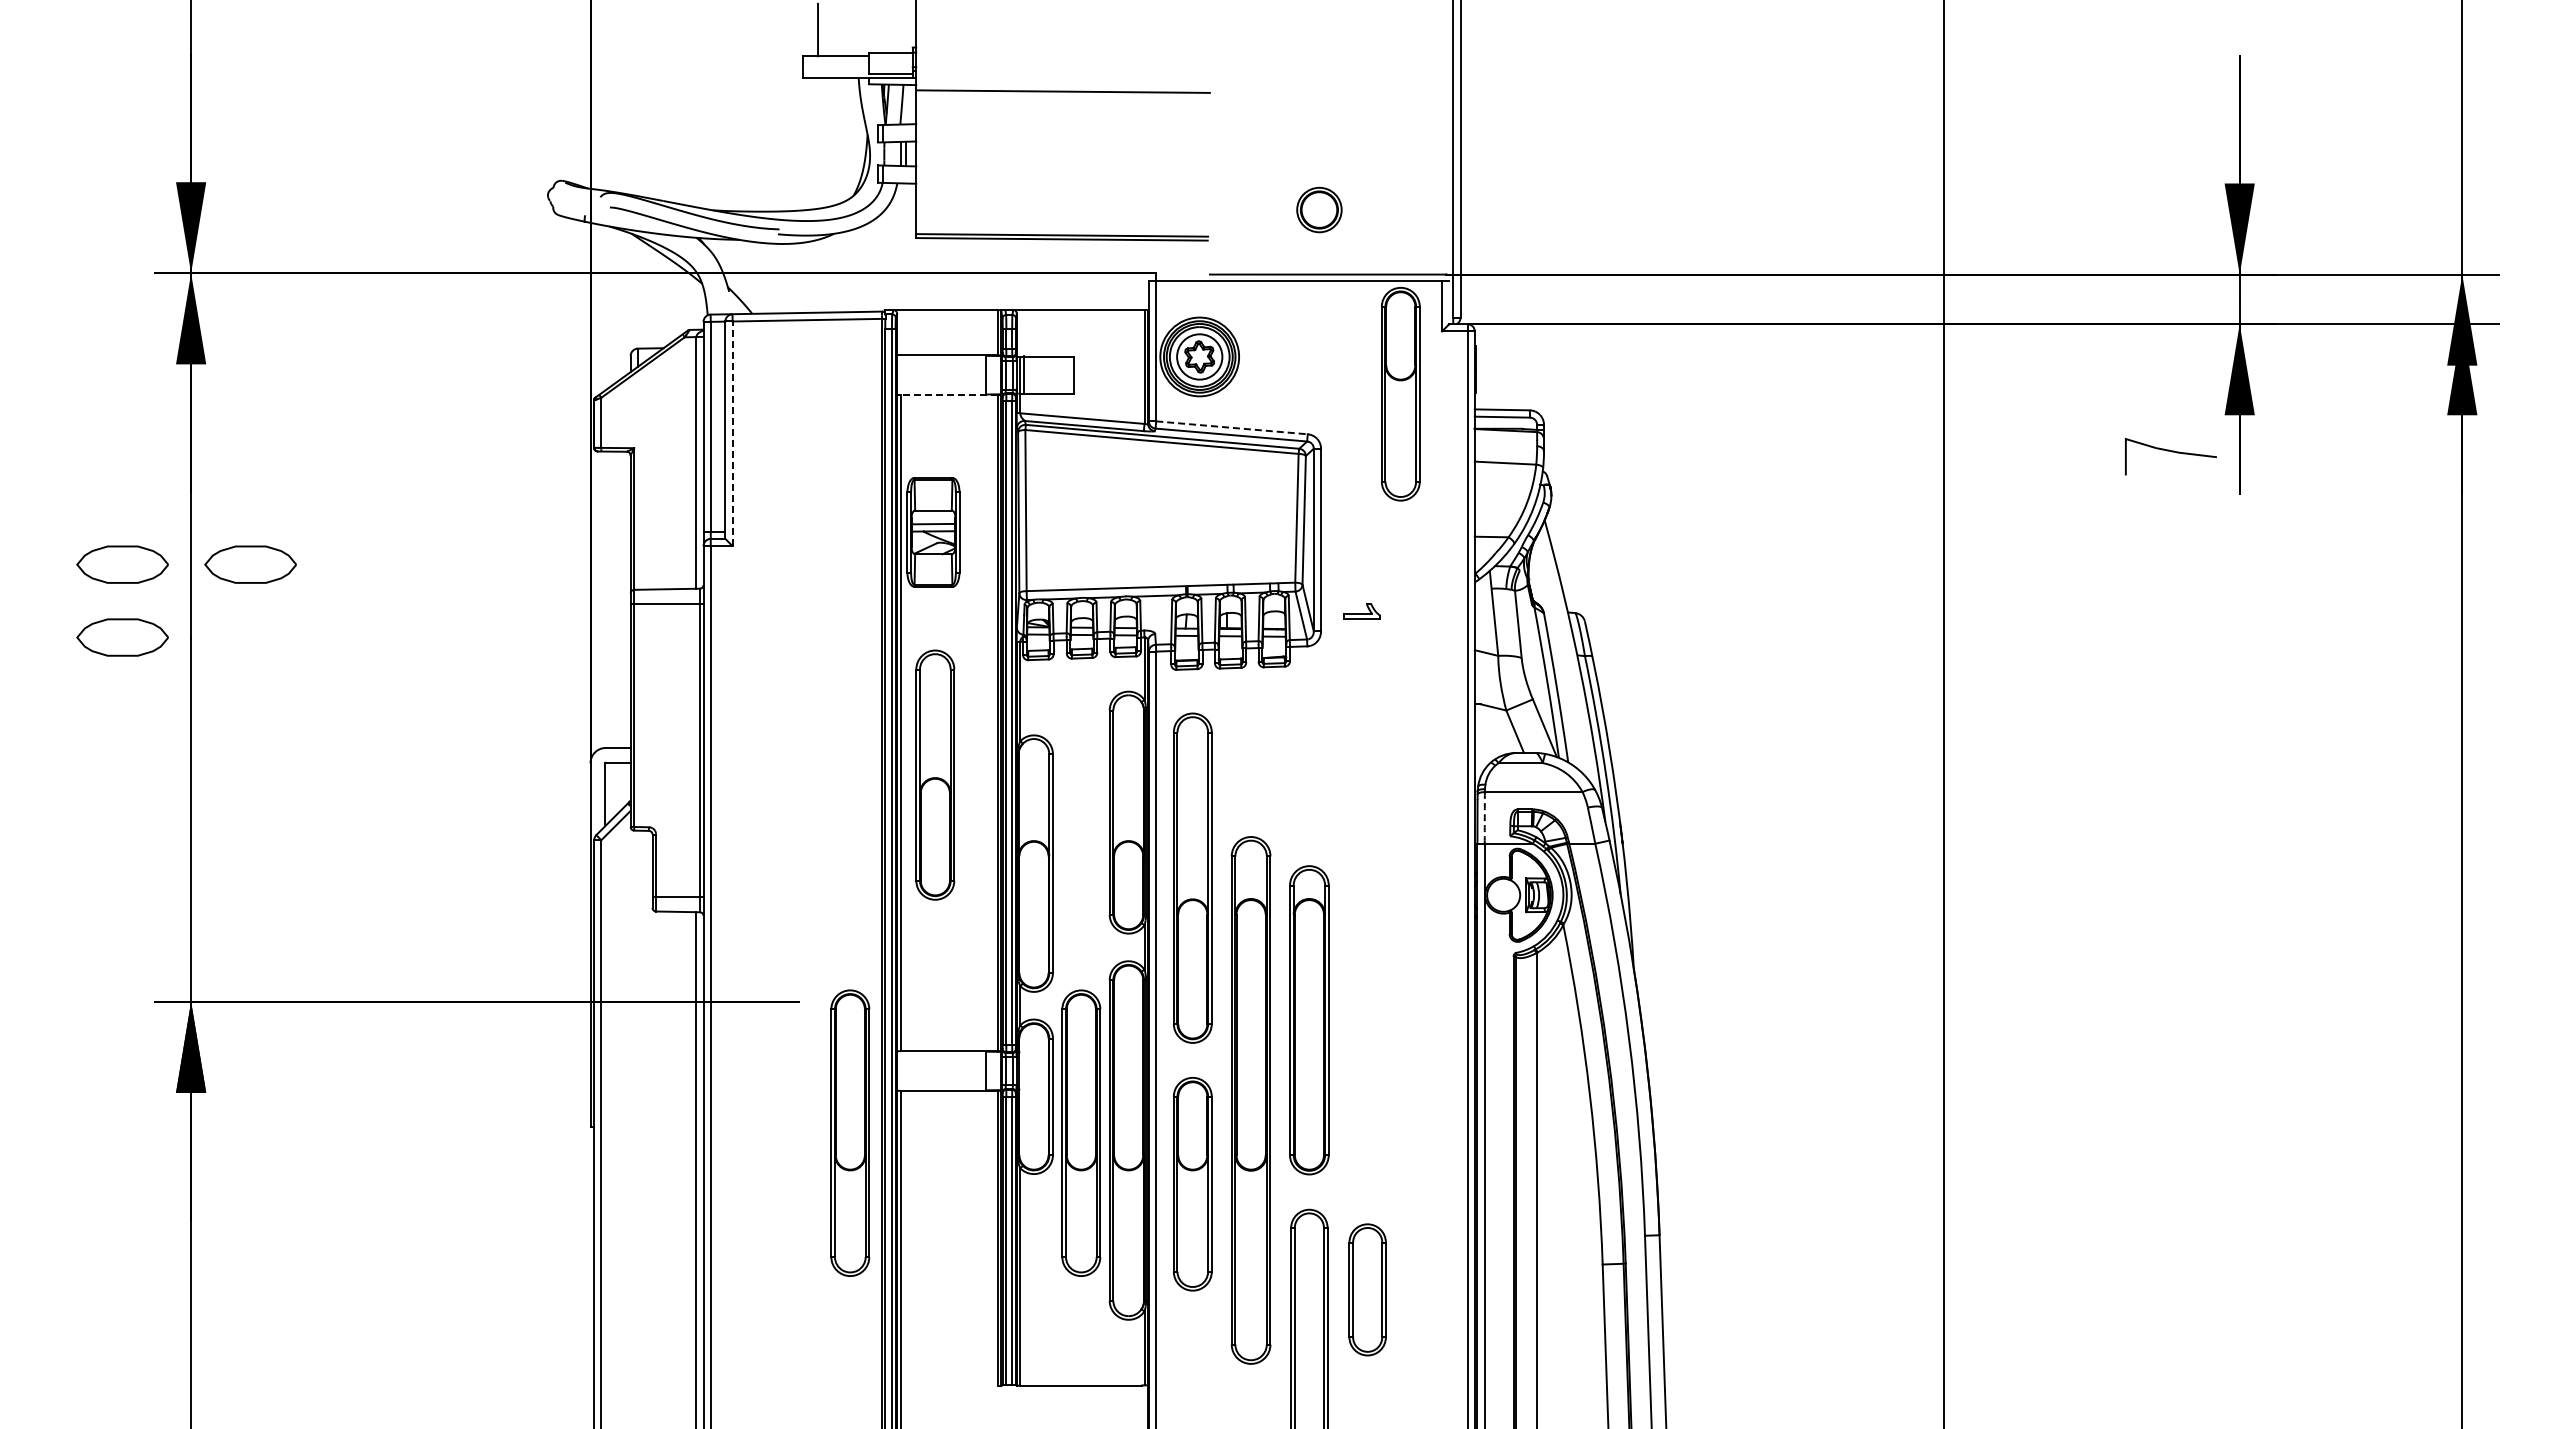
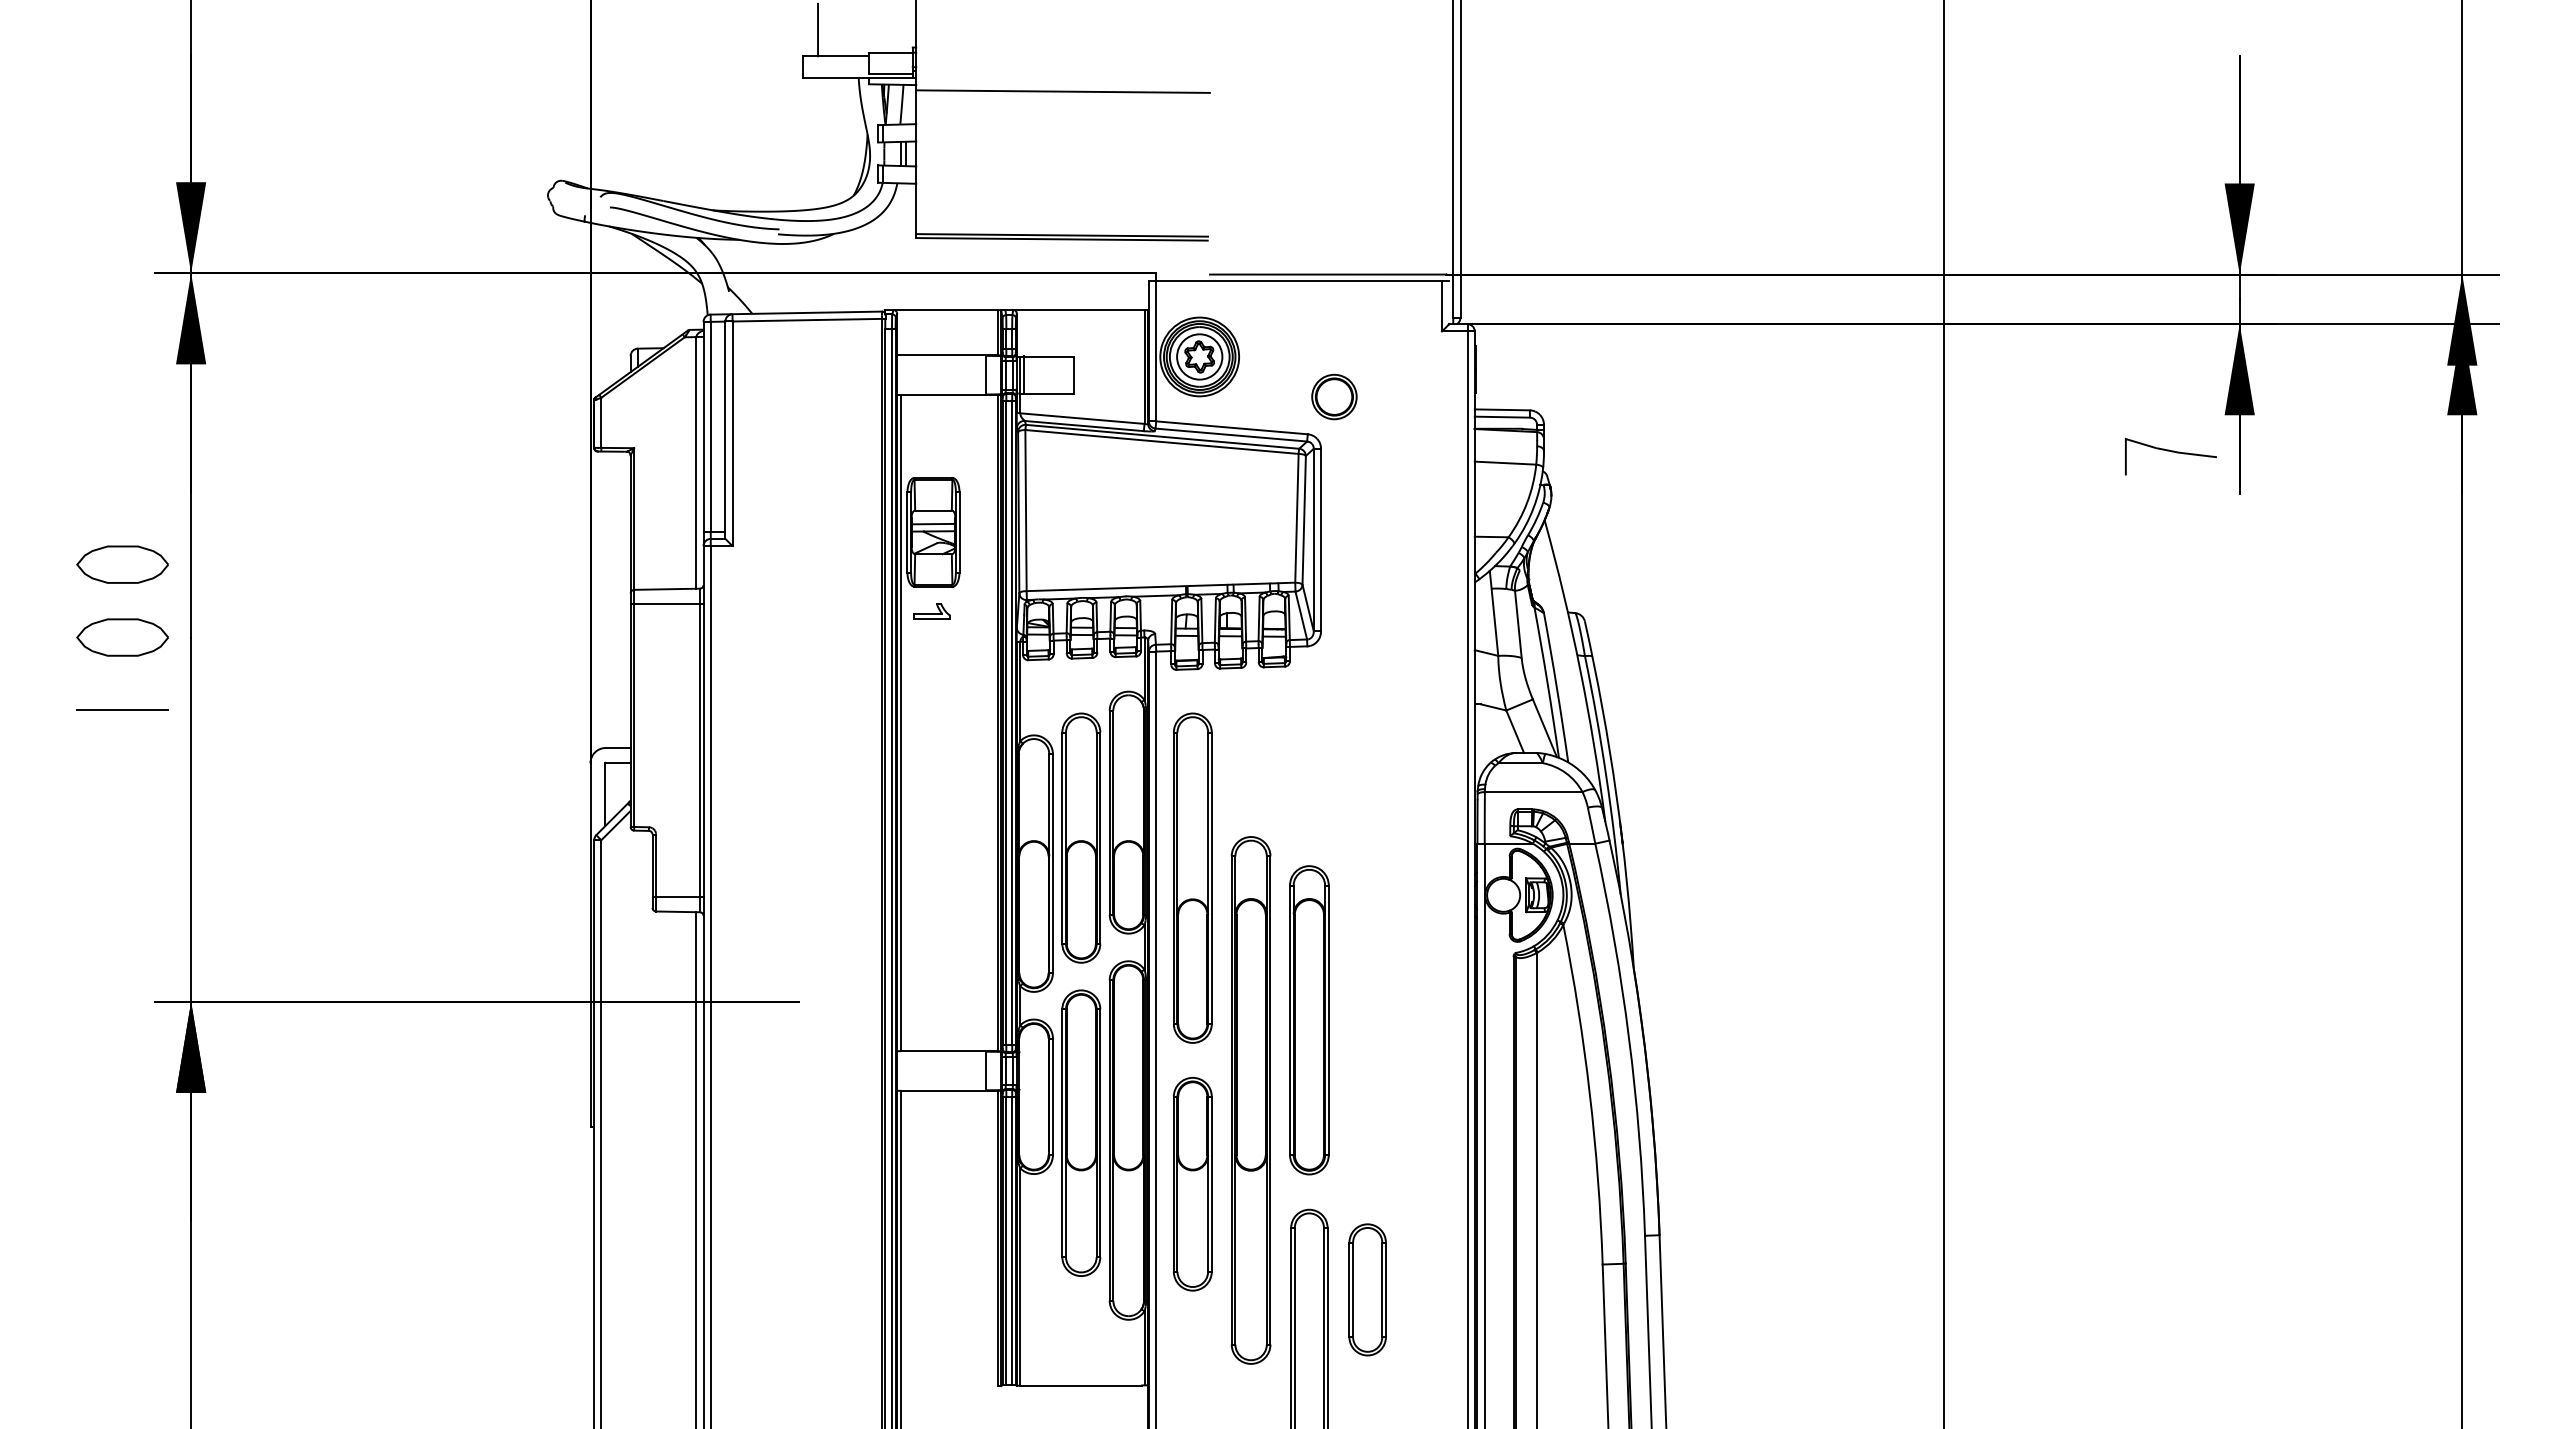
part at (1319, 209) position: (1319, 209) -> (1334, 396)
line at (948, 394): dashed -> solid
part at (1400, 394): present -> none
line at (1232, 427): dashed -> solid
line at (732, 433): dashed -> solid
part at (250, 564): present -> none
part at (1361, 611) position: (1361, 611) -> (931, 611)
line at (122, 710): none -> present
part at (935, 774) position: (935, 774) -> (1081, 837)
arc at (1484, 817): dashed -> solid
part at (850, 1132): present -> none
